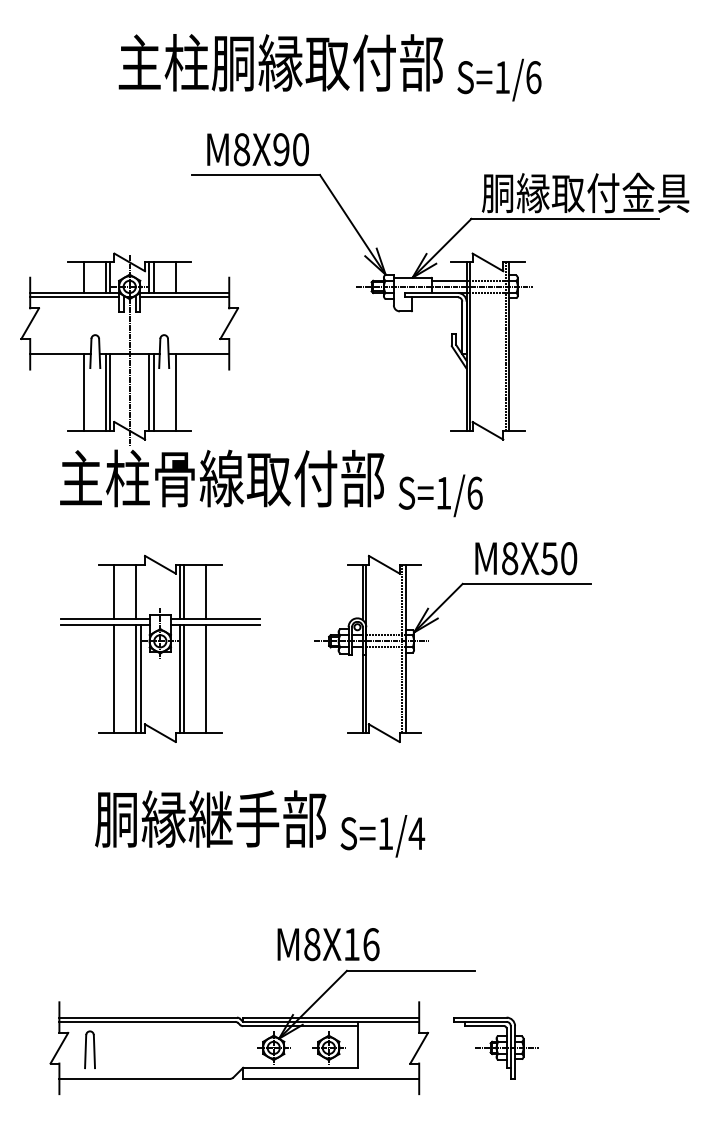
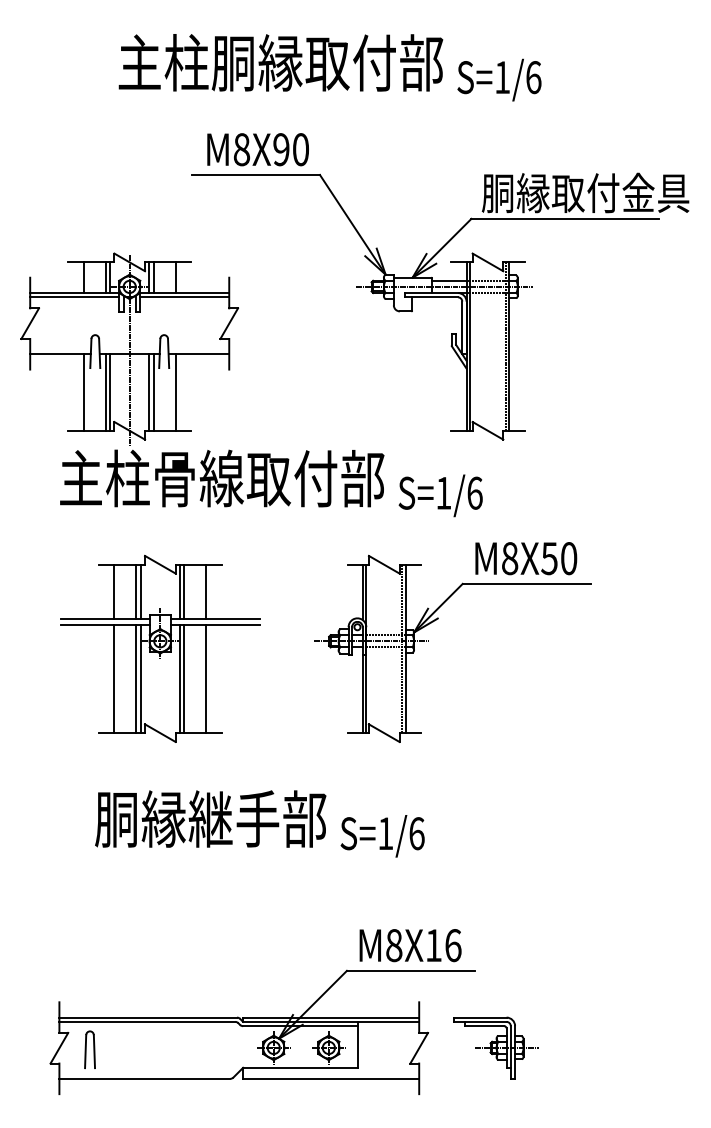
line at (140, 591): none -> present
text at (416, 833): S=1/4 -> S=1/6
text at (328, 944) position: (328, 944) -> (410, 945)
